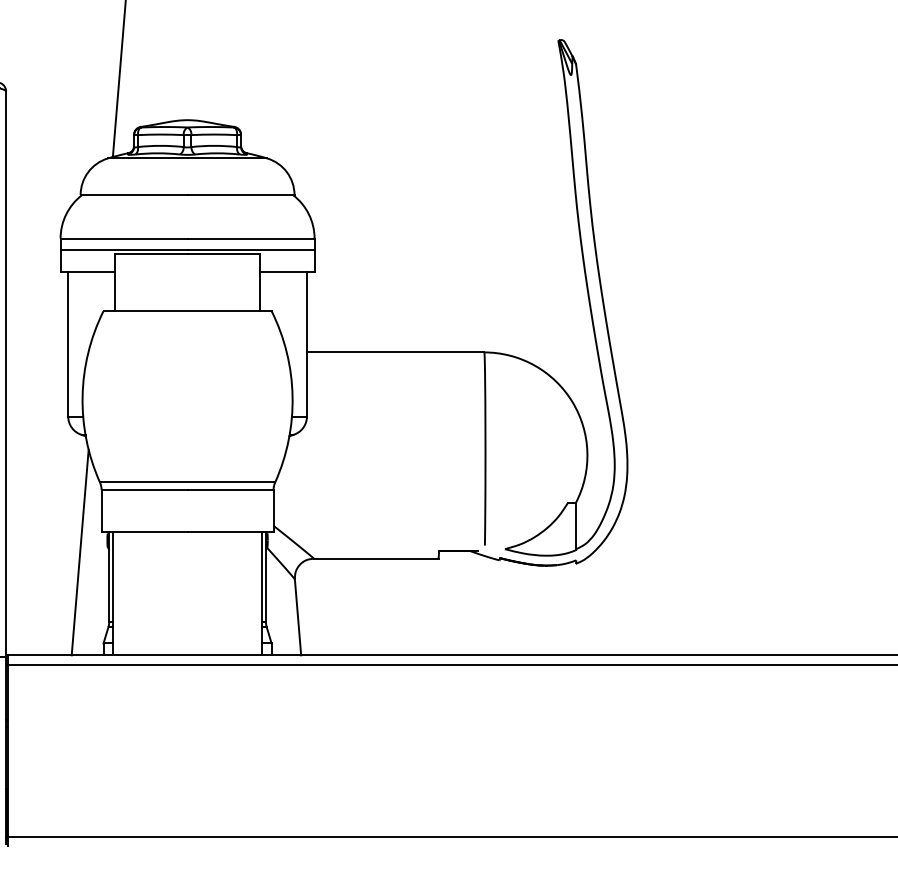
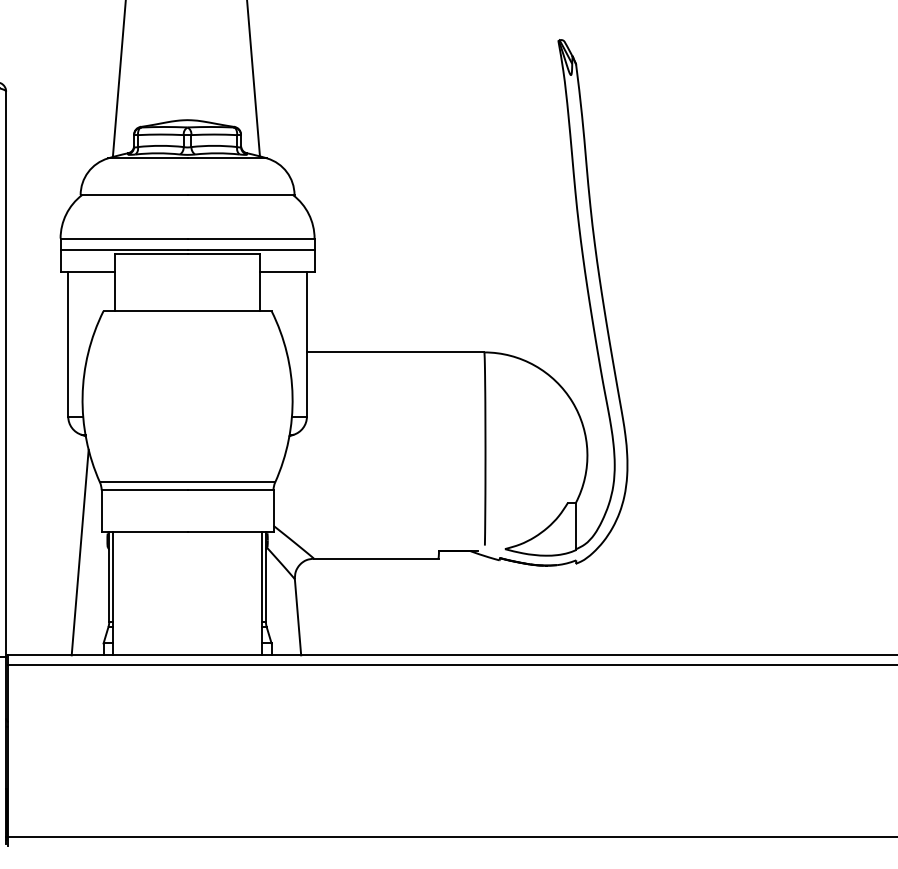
line at (253, 79): none -> present
